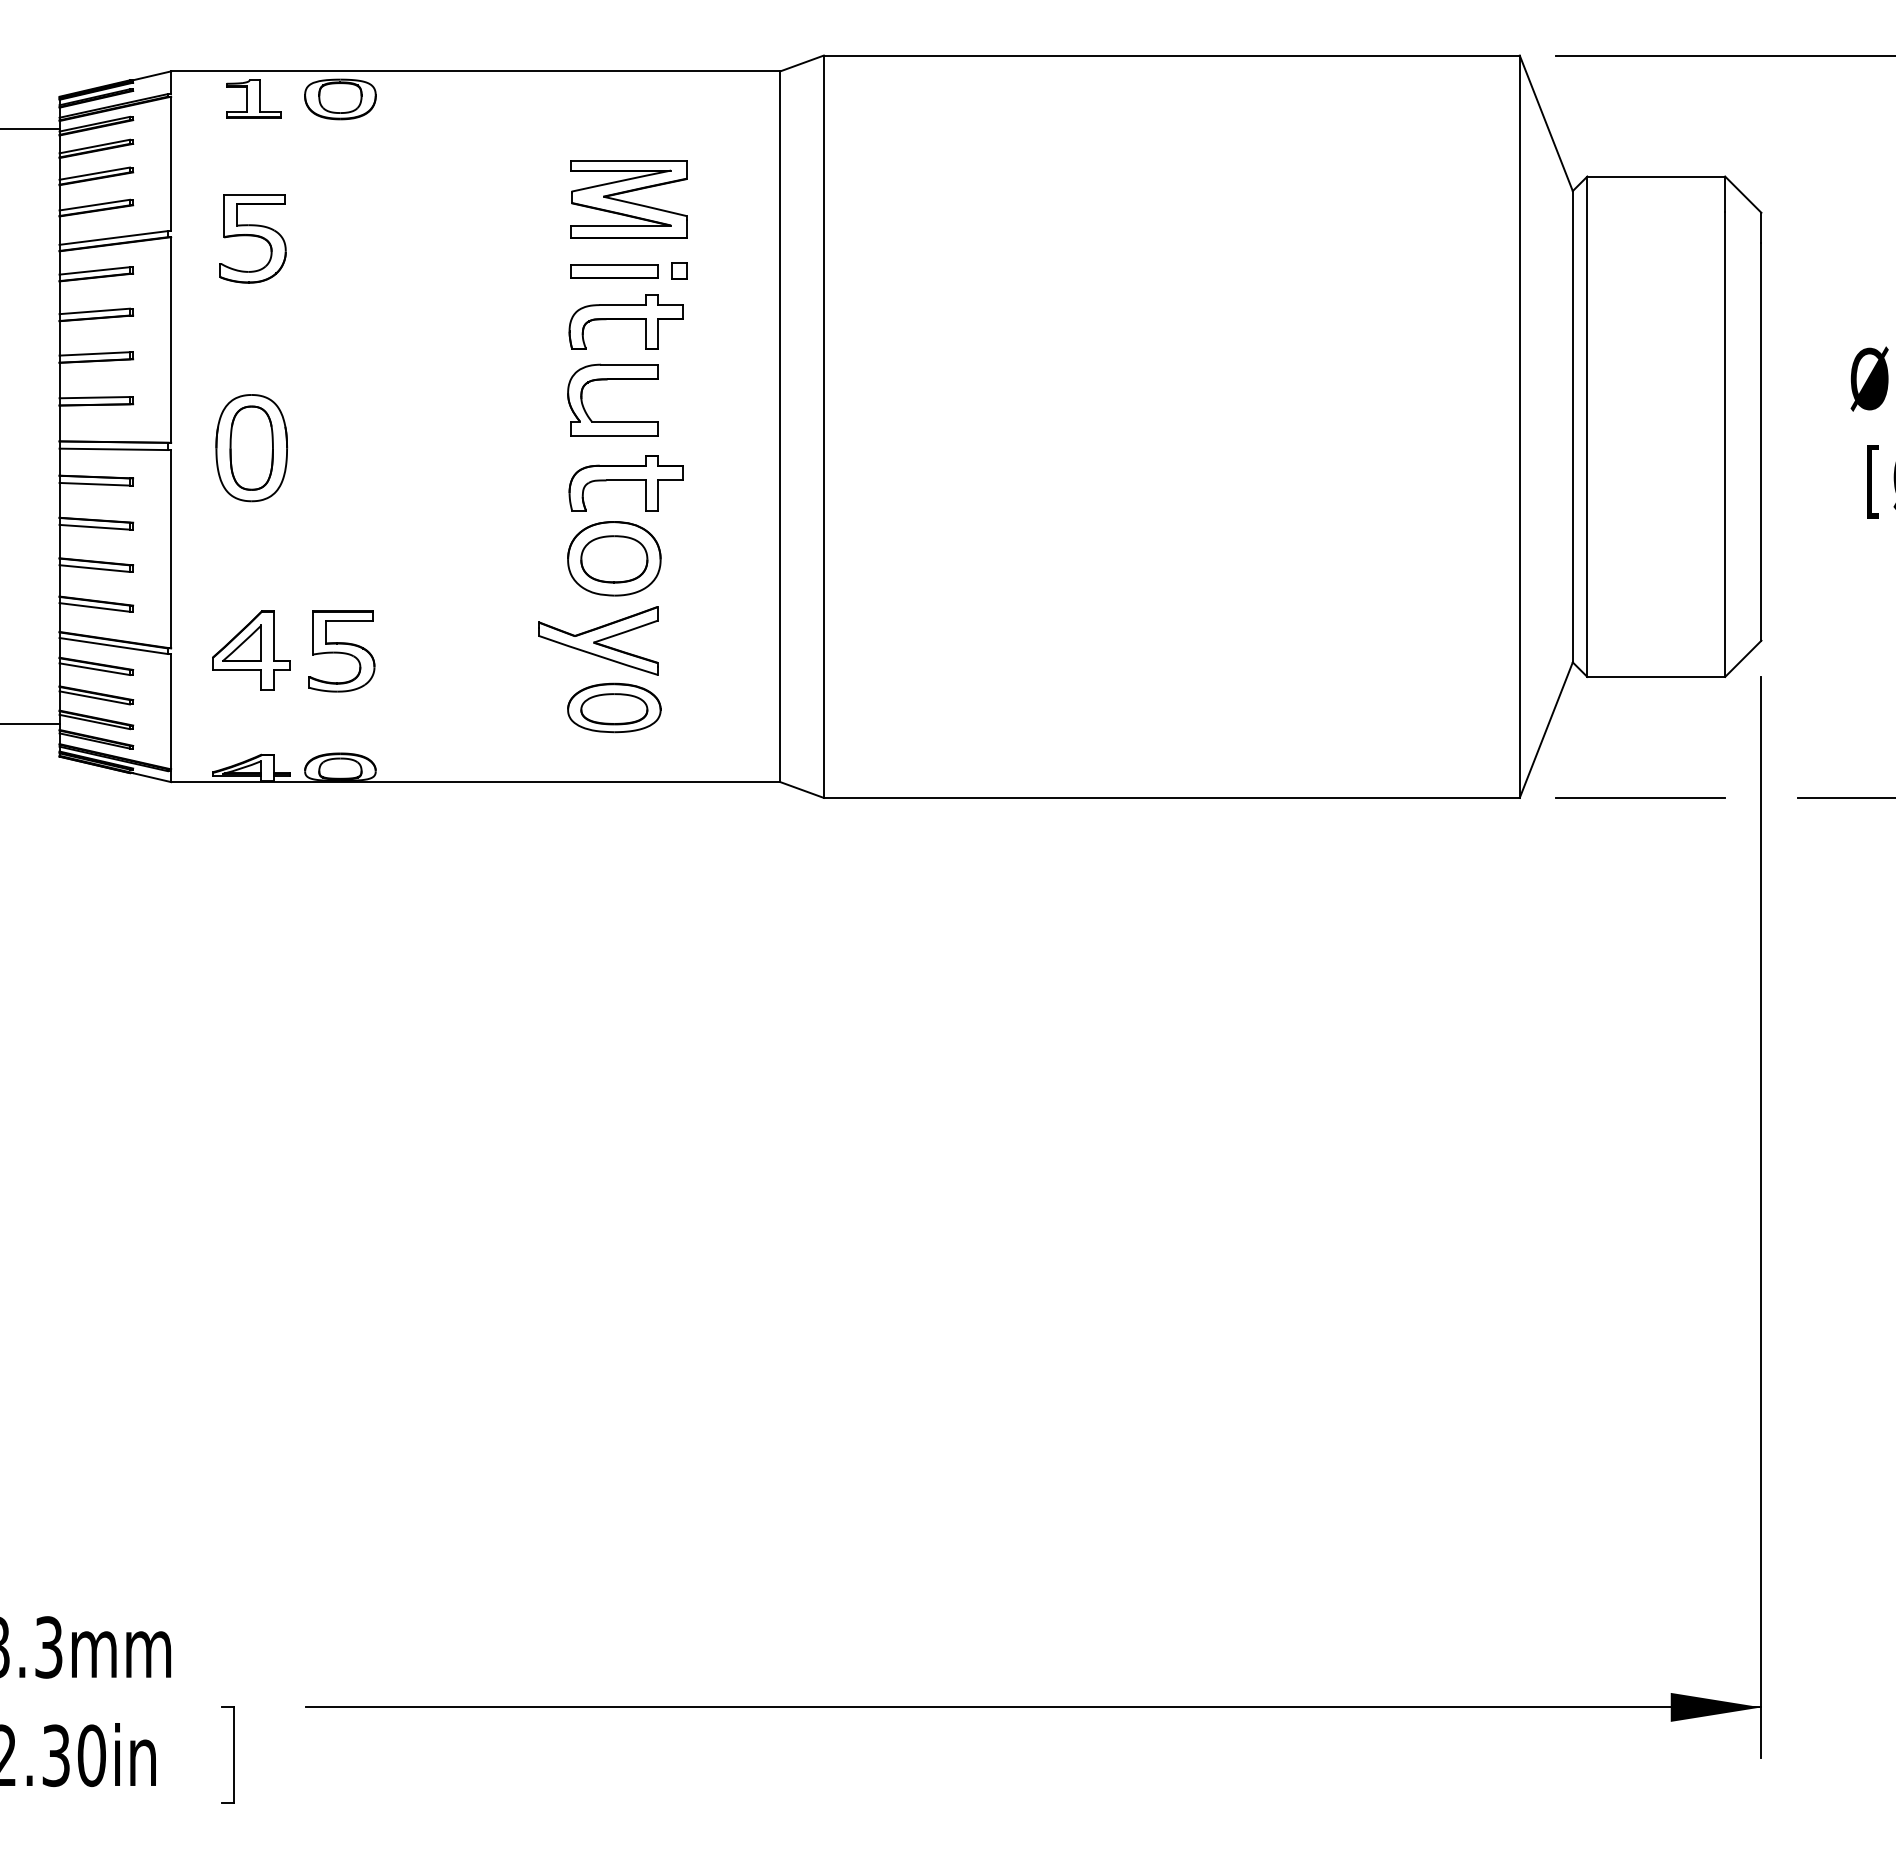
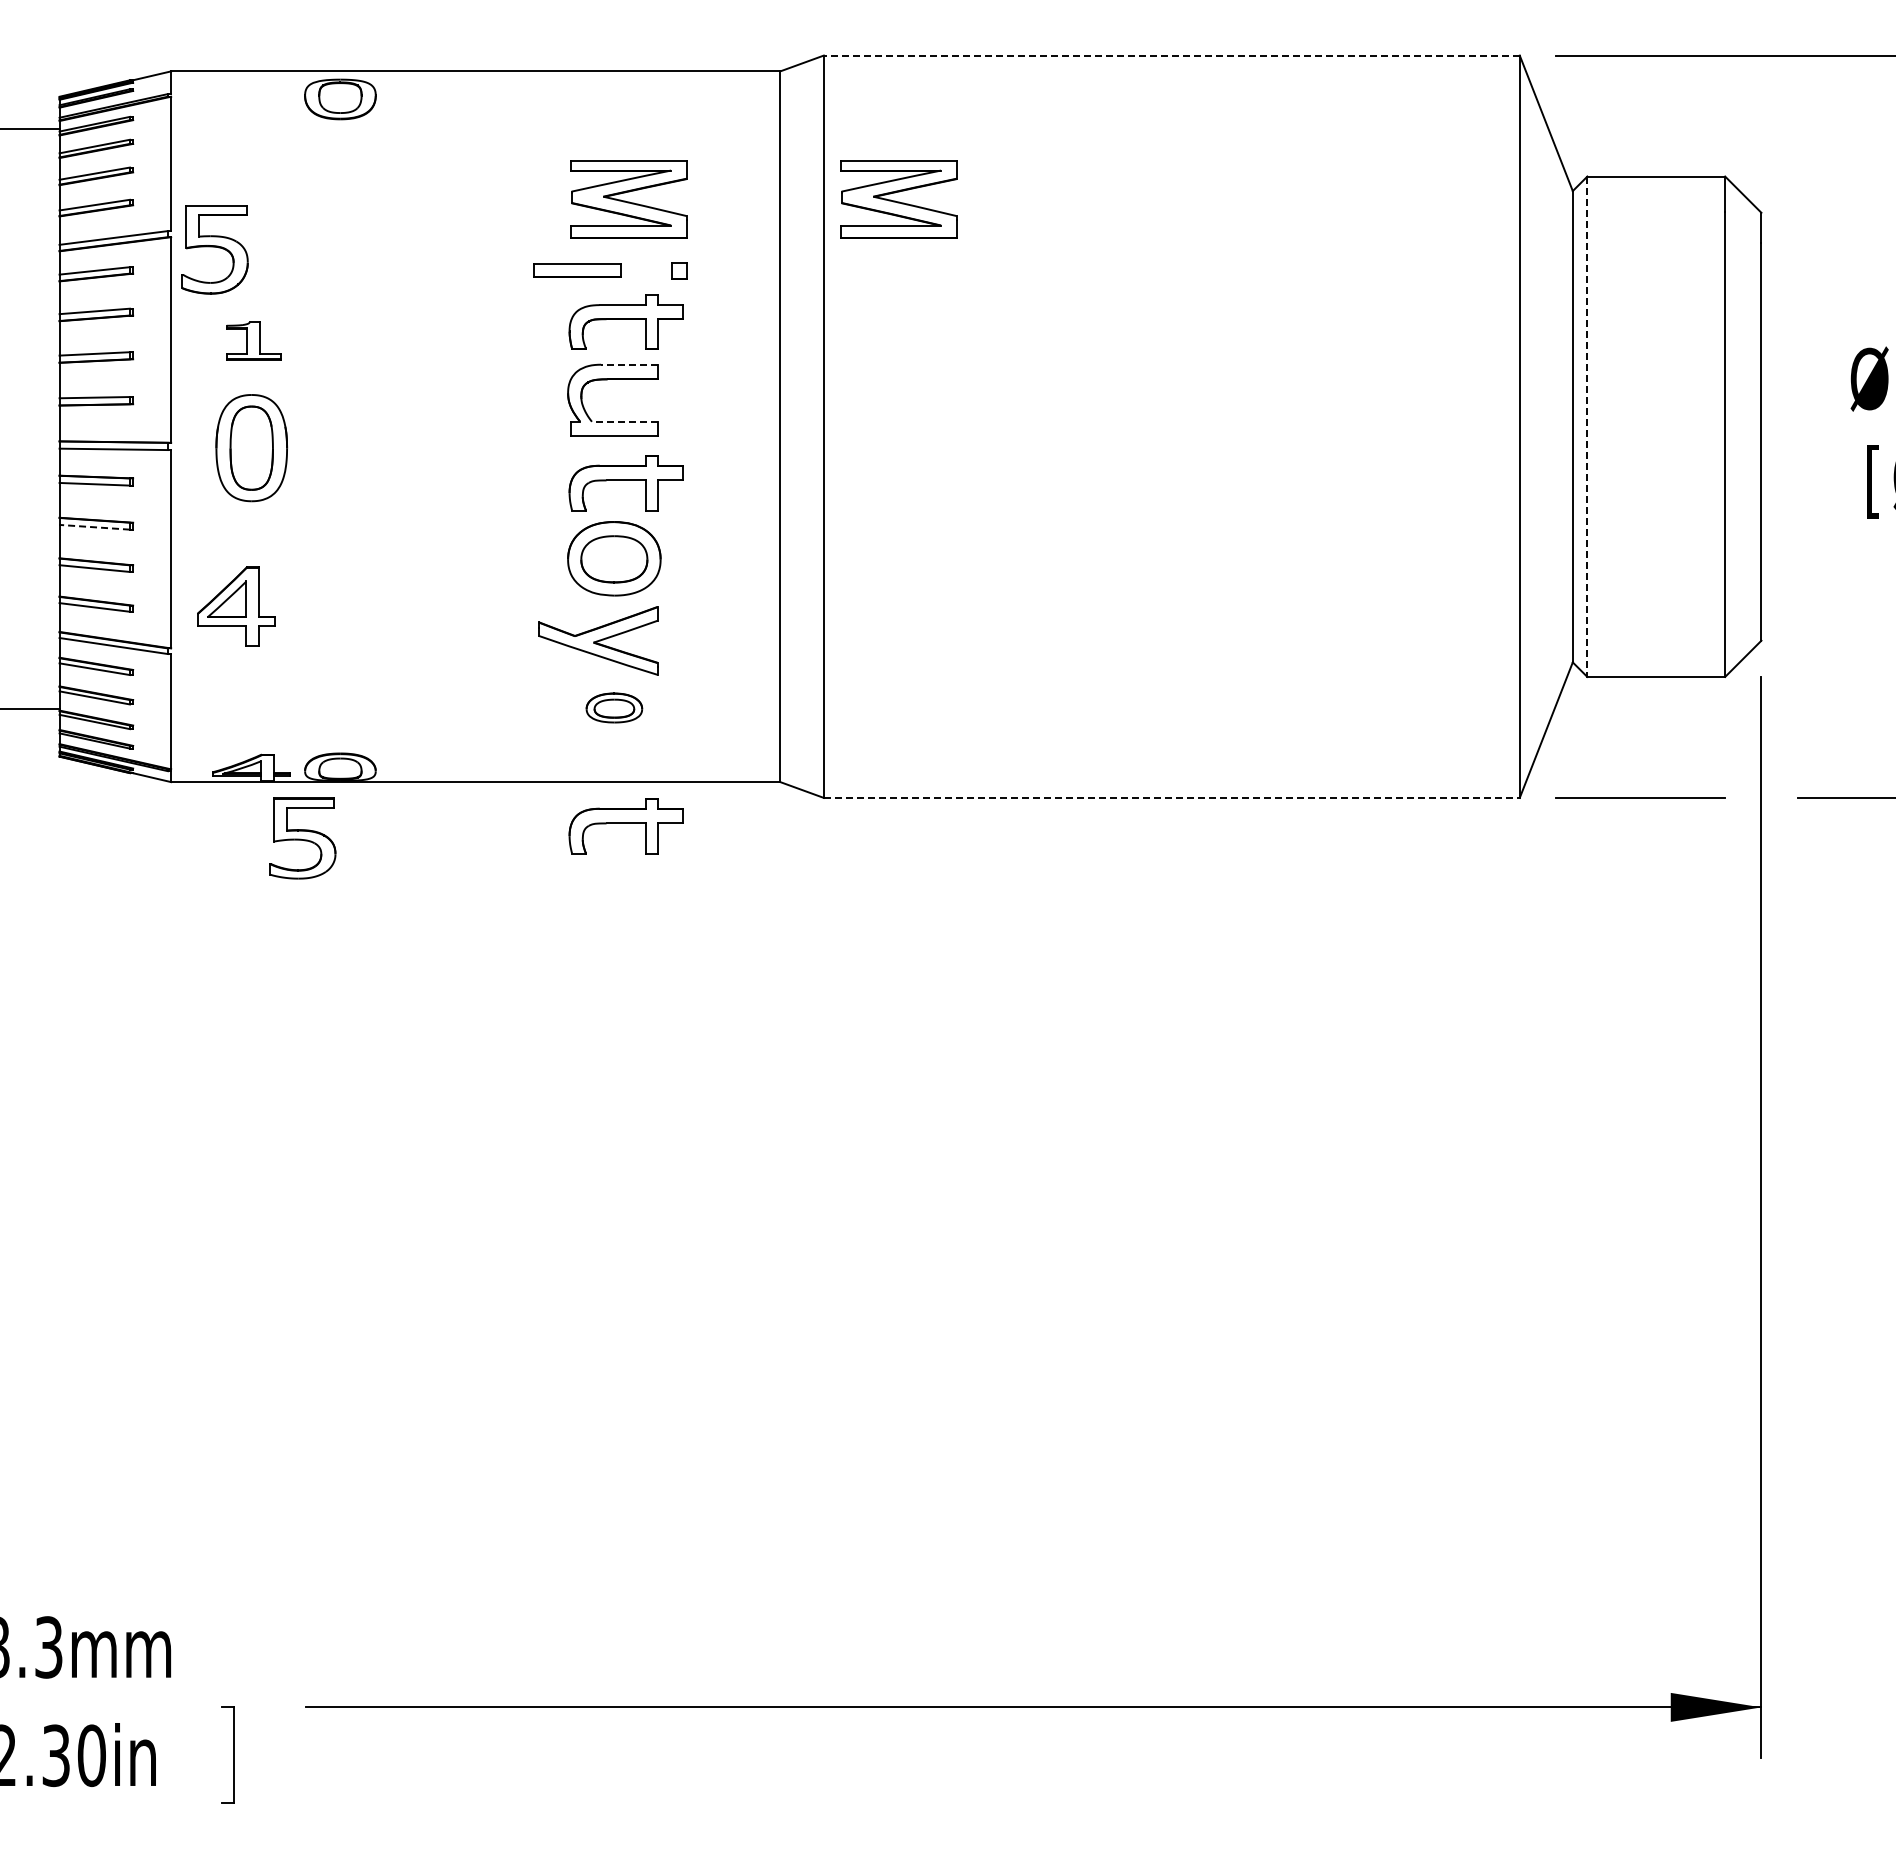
line at (1171, 55): solid -> dashed
part at (253, 98) position: (253, 98) -> (253, 340)
part at (898, 199): none -> present
part at (252, 238) position: (252, 238) -> (214, 249)
part at (614, 271) position: (614, 271) -> (577, 270)
line at (628, 364): solid -> dashed
line at (624, 421): solid -> dashed
line at (1587, 427): solid -> dashed
line at (94, 527): solid -> dashed
part at (251, 650) position: (251, 650) -> (236, 606)
part at (341, 651) position: (341, 651) -> (302, 838)
part at (614, 707) size: 95x52 px -> 59x32 px
line at (30, 724) position: (30, 724) -> (30, 709)
line at (1171, 797): solid -> dashed
part at (625, 826): none -> present
